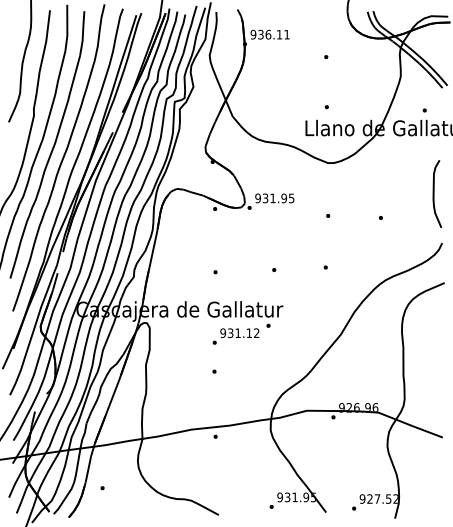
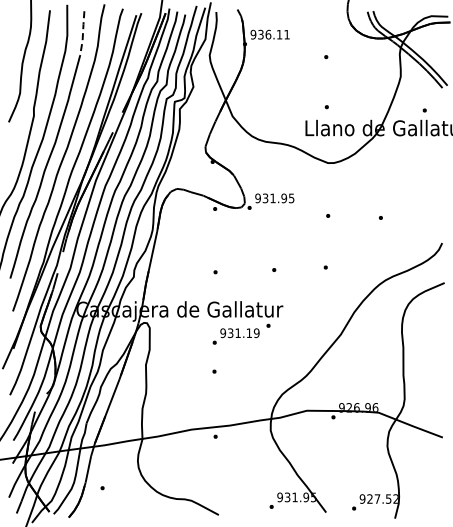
line at (82, 34): solid -> dashed
curve at (434, 193): present -> none
text at (256, 333): 931.12 -> 931.19
